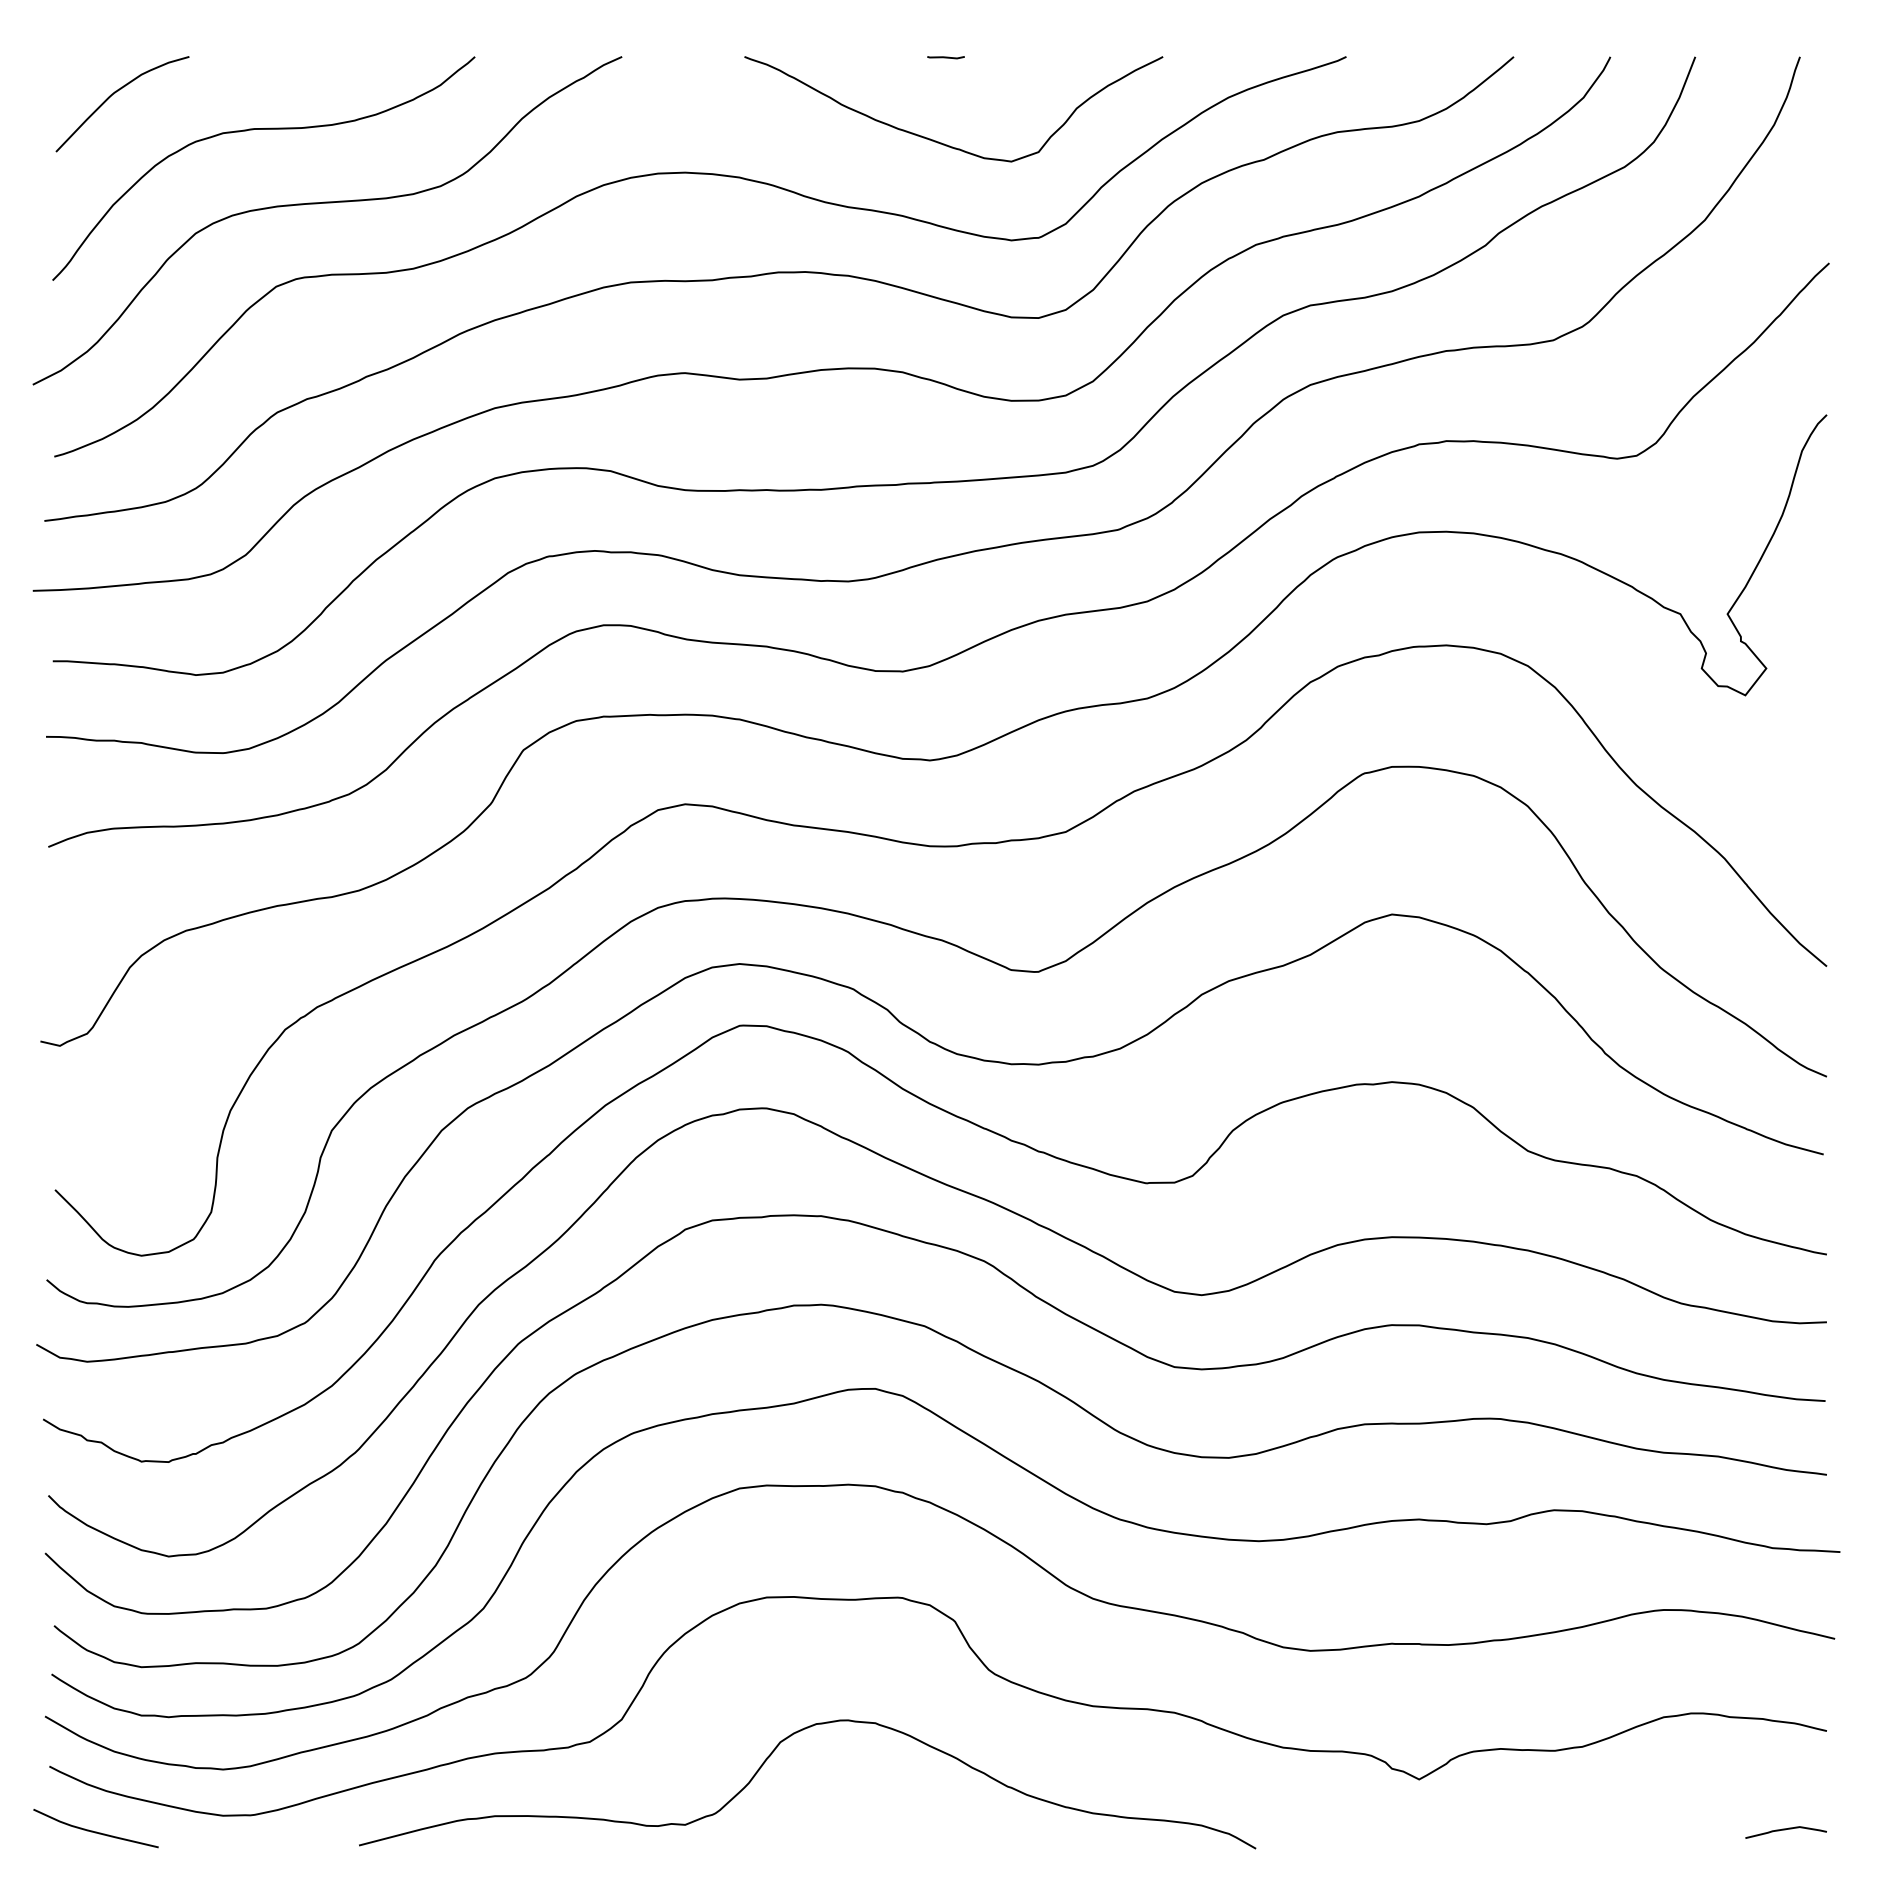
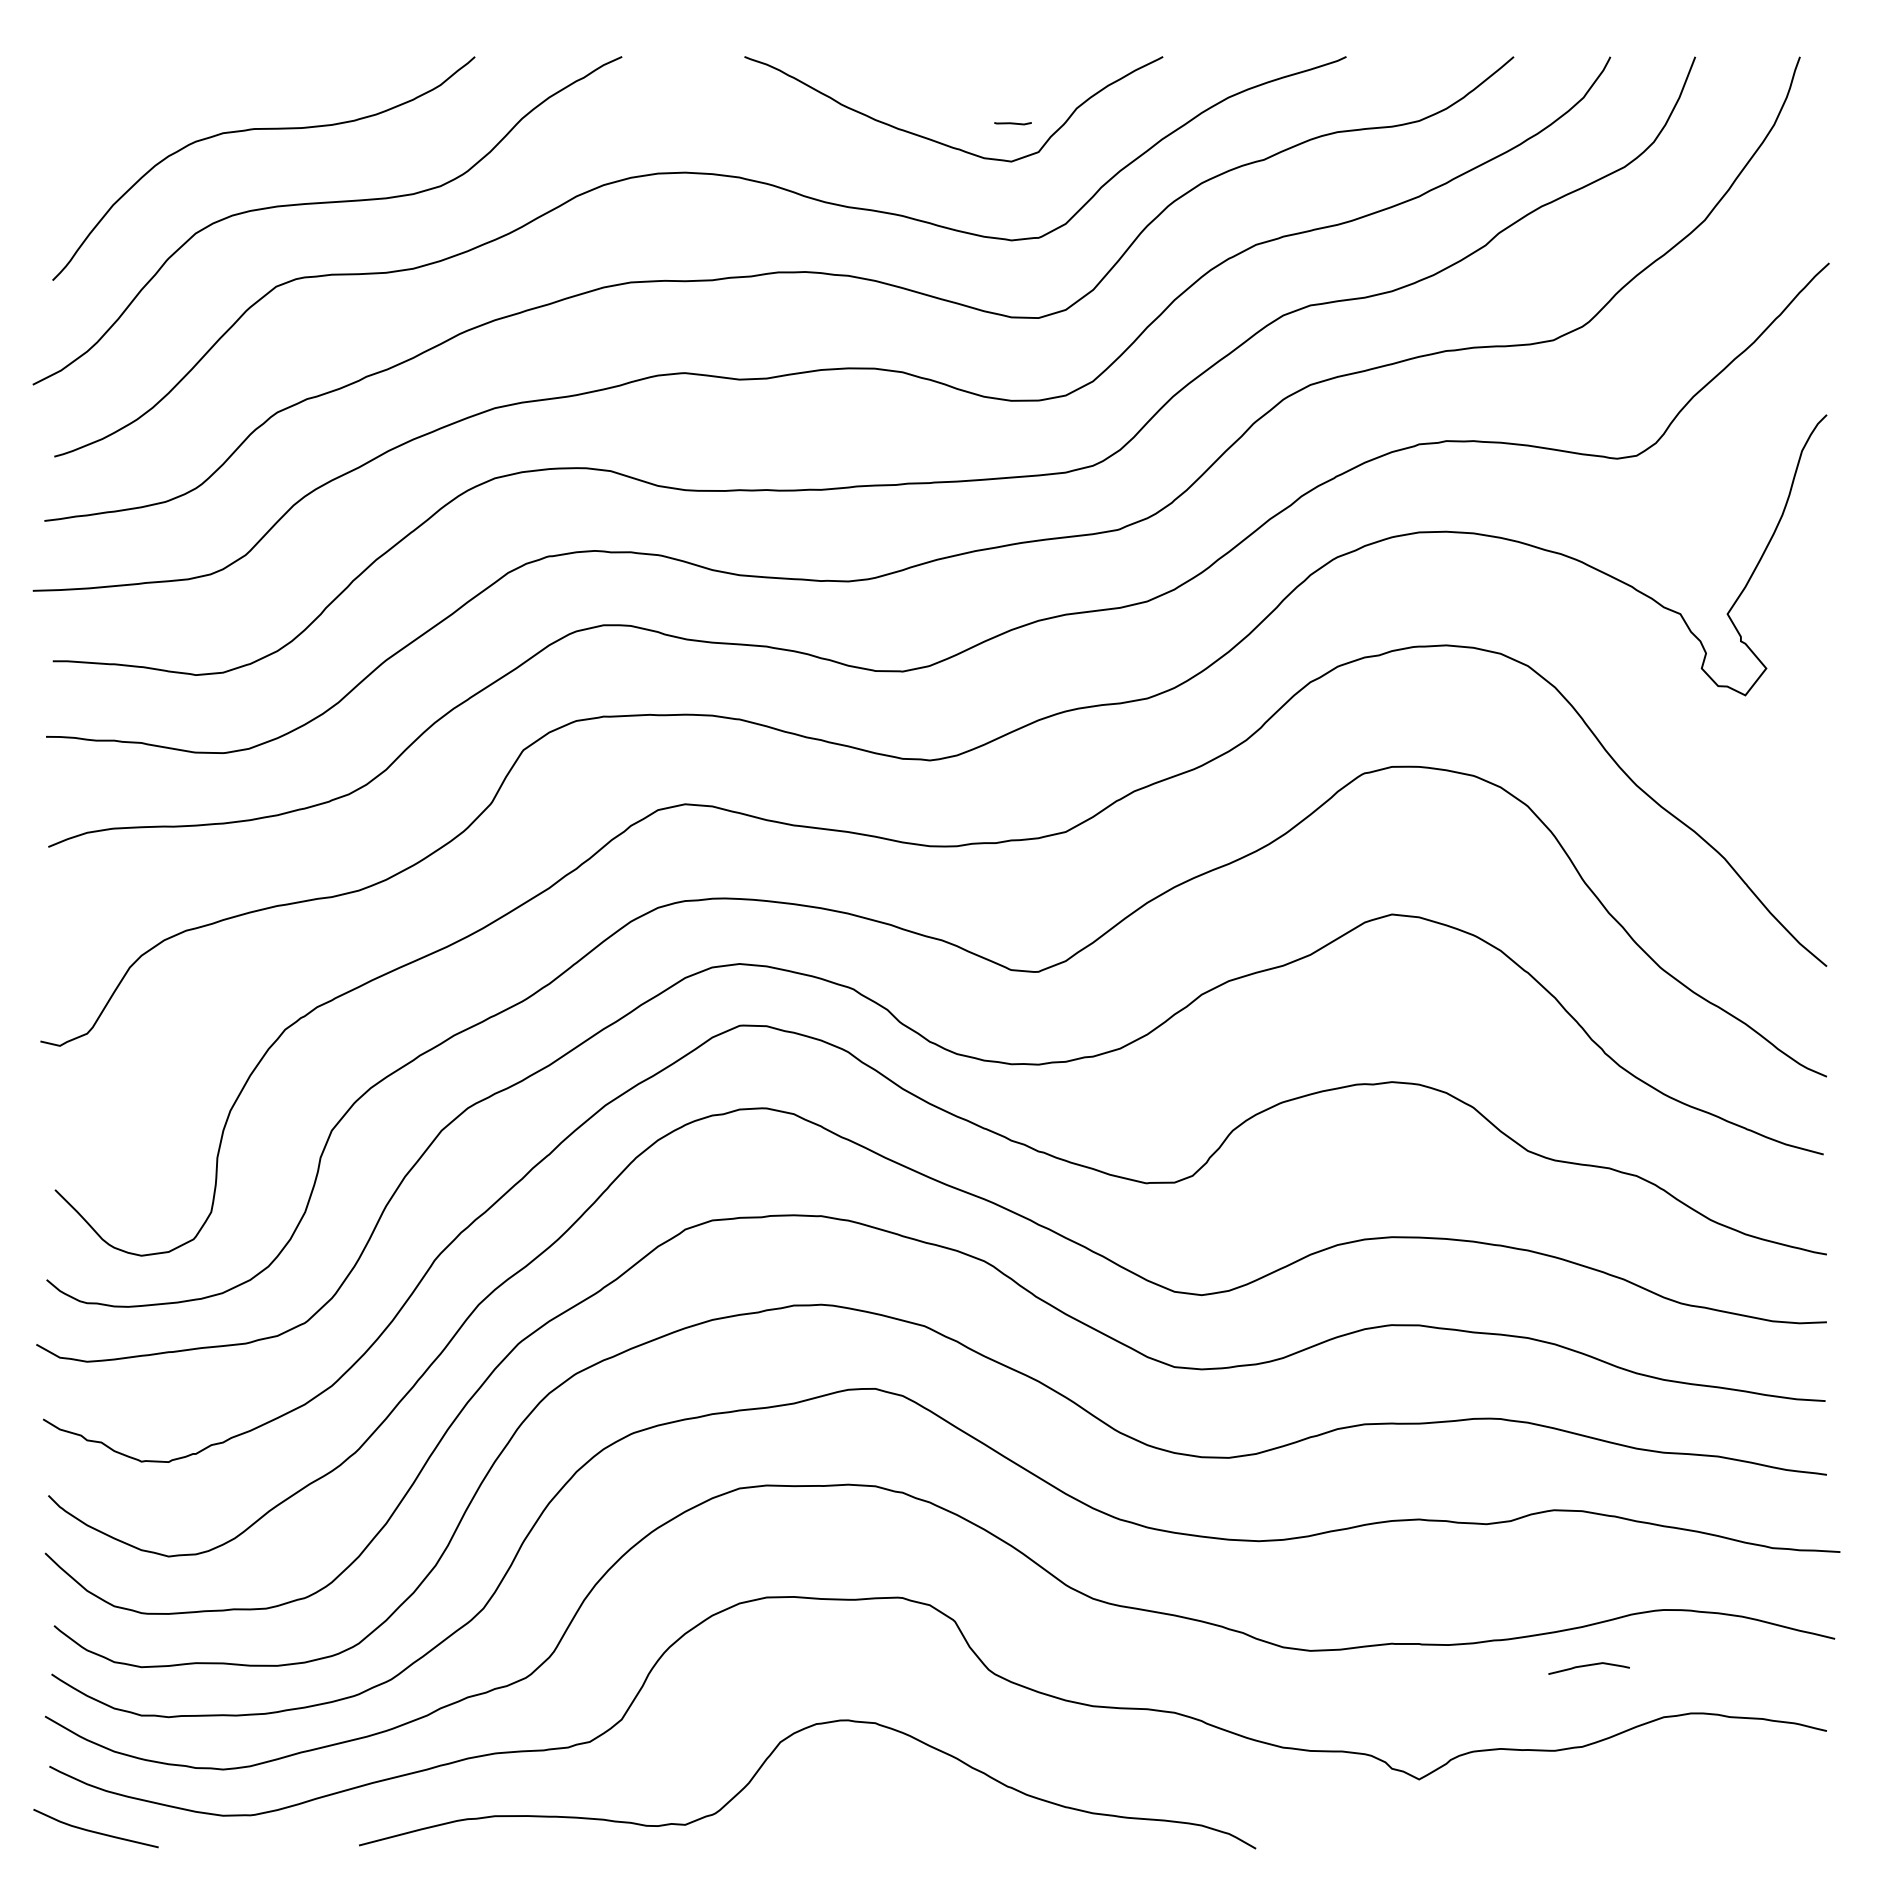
line at (945, 57) position: (945, 57) -> (1012, 123)
curve at (115, 93): present -> none
curve at (1785, 1830) position: (1785, 1830) -> (1588, 1666)
